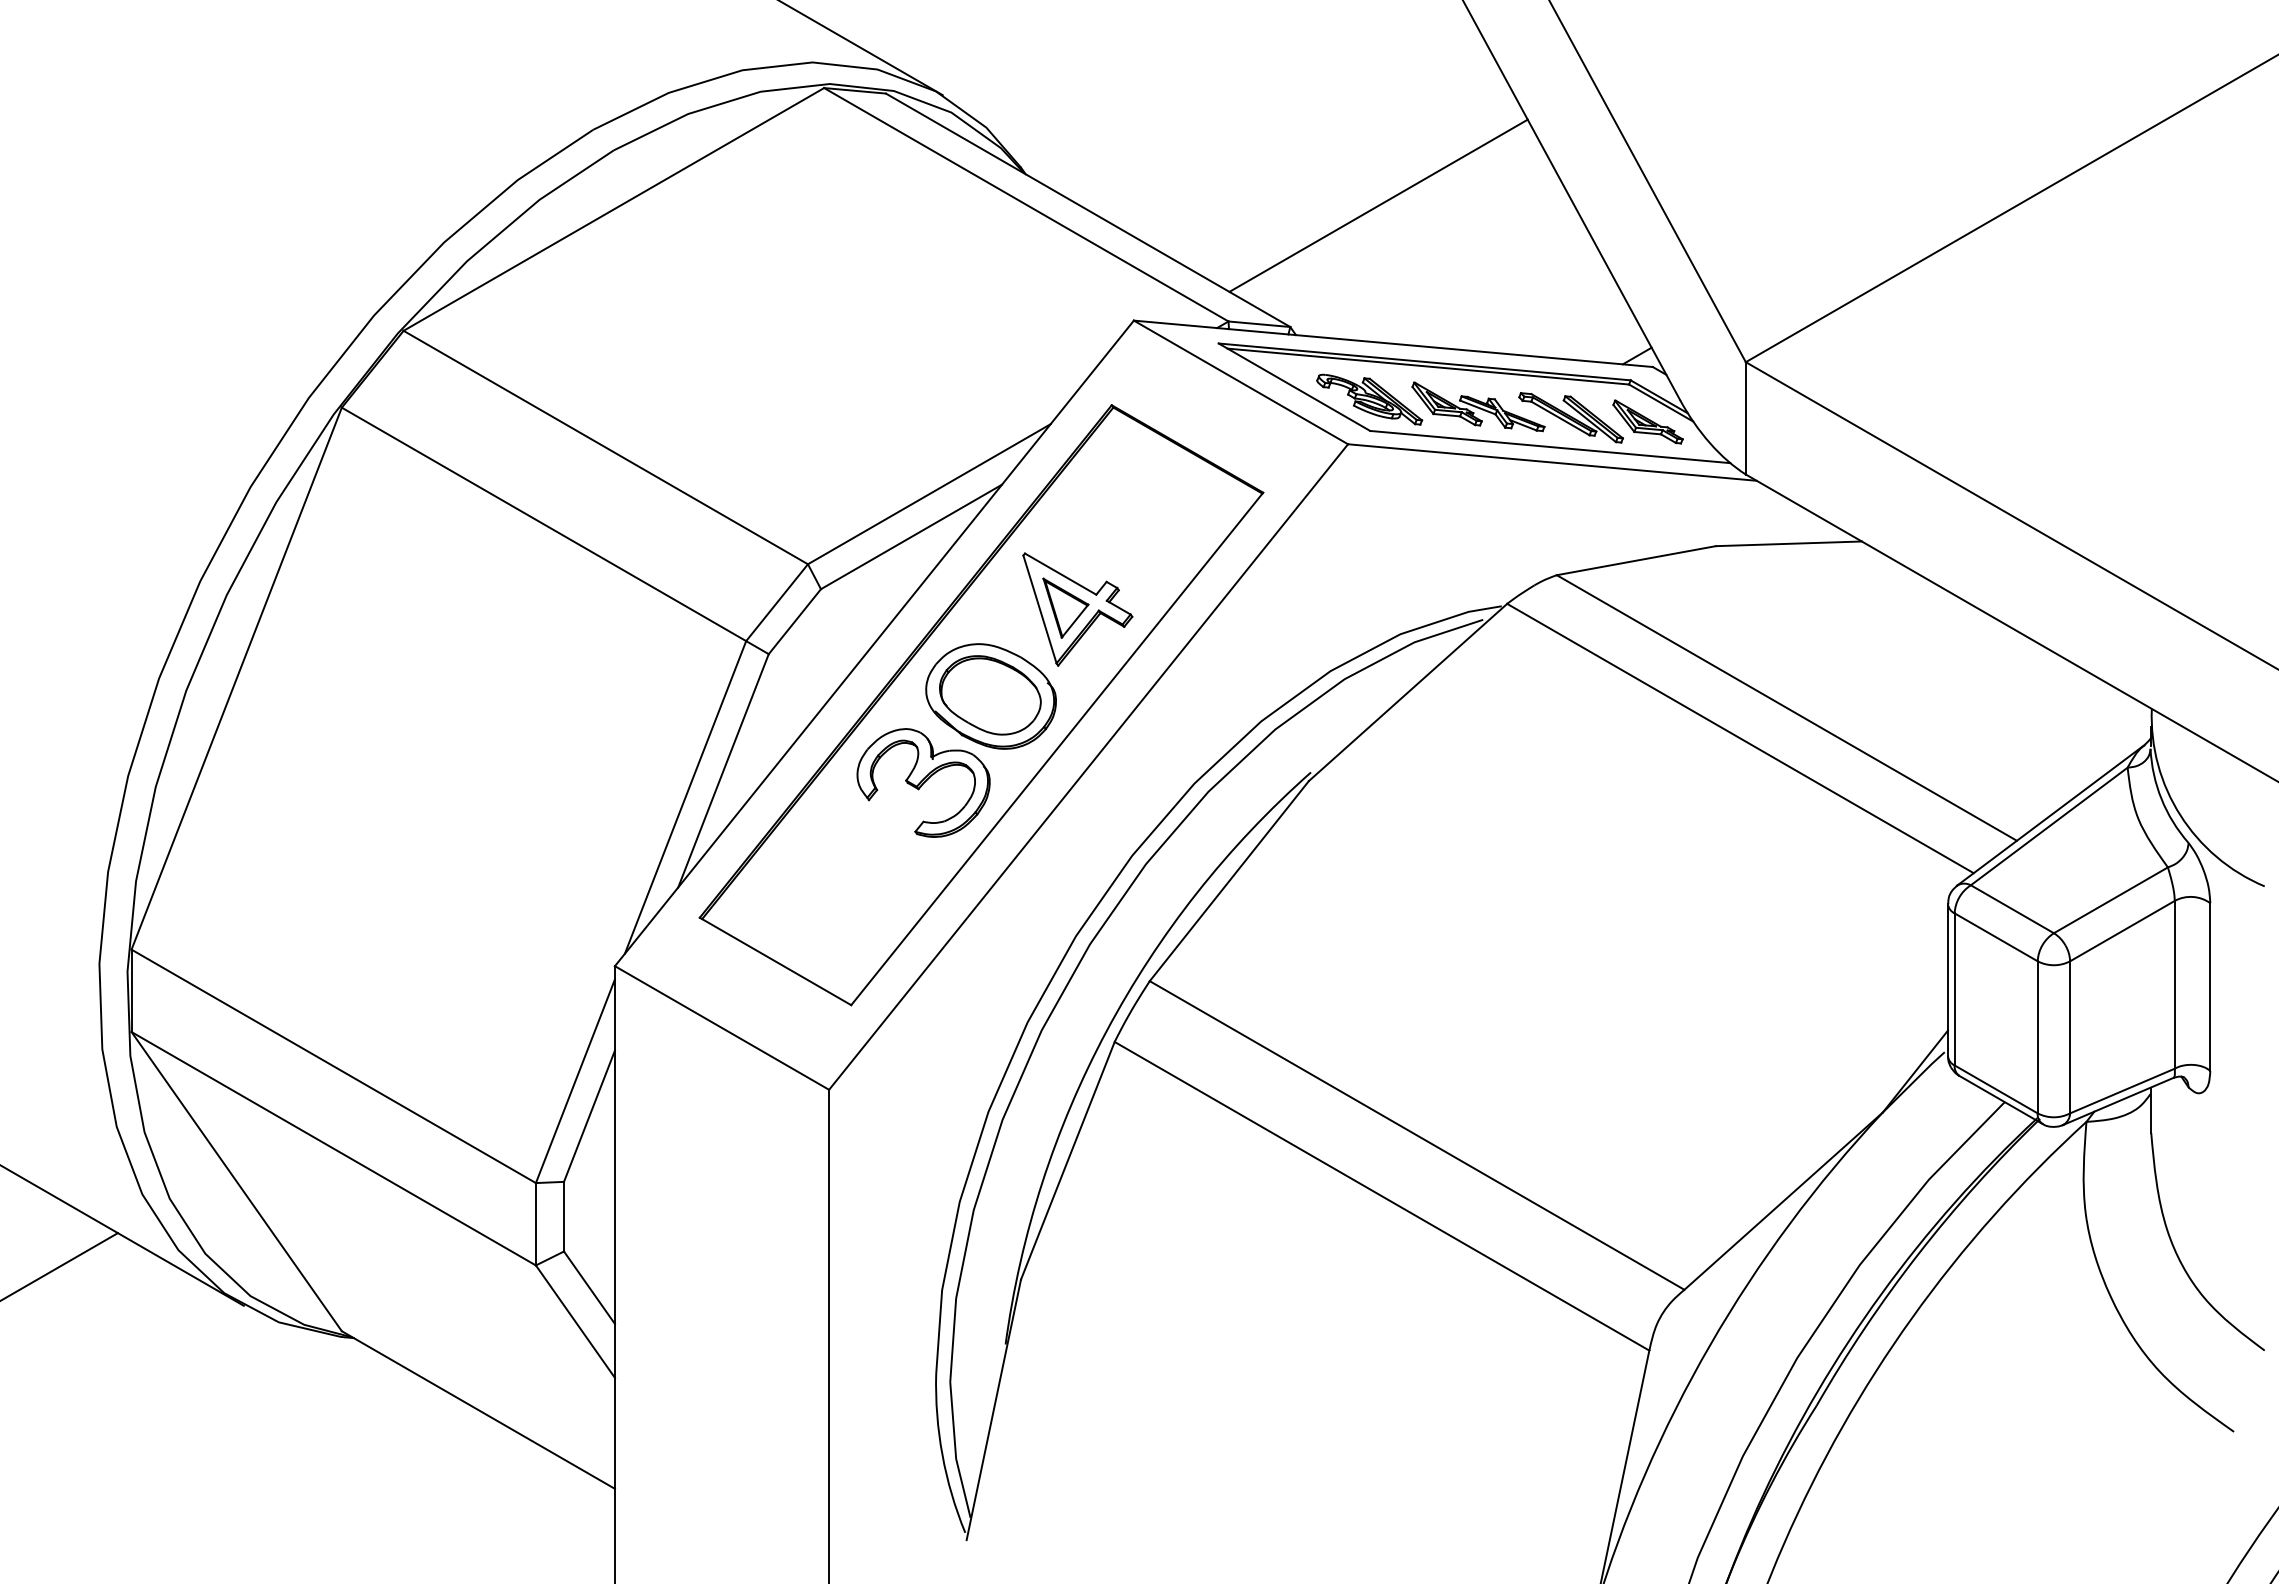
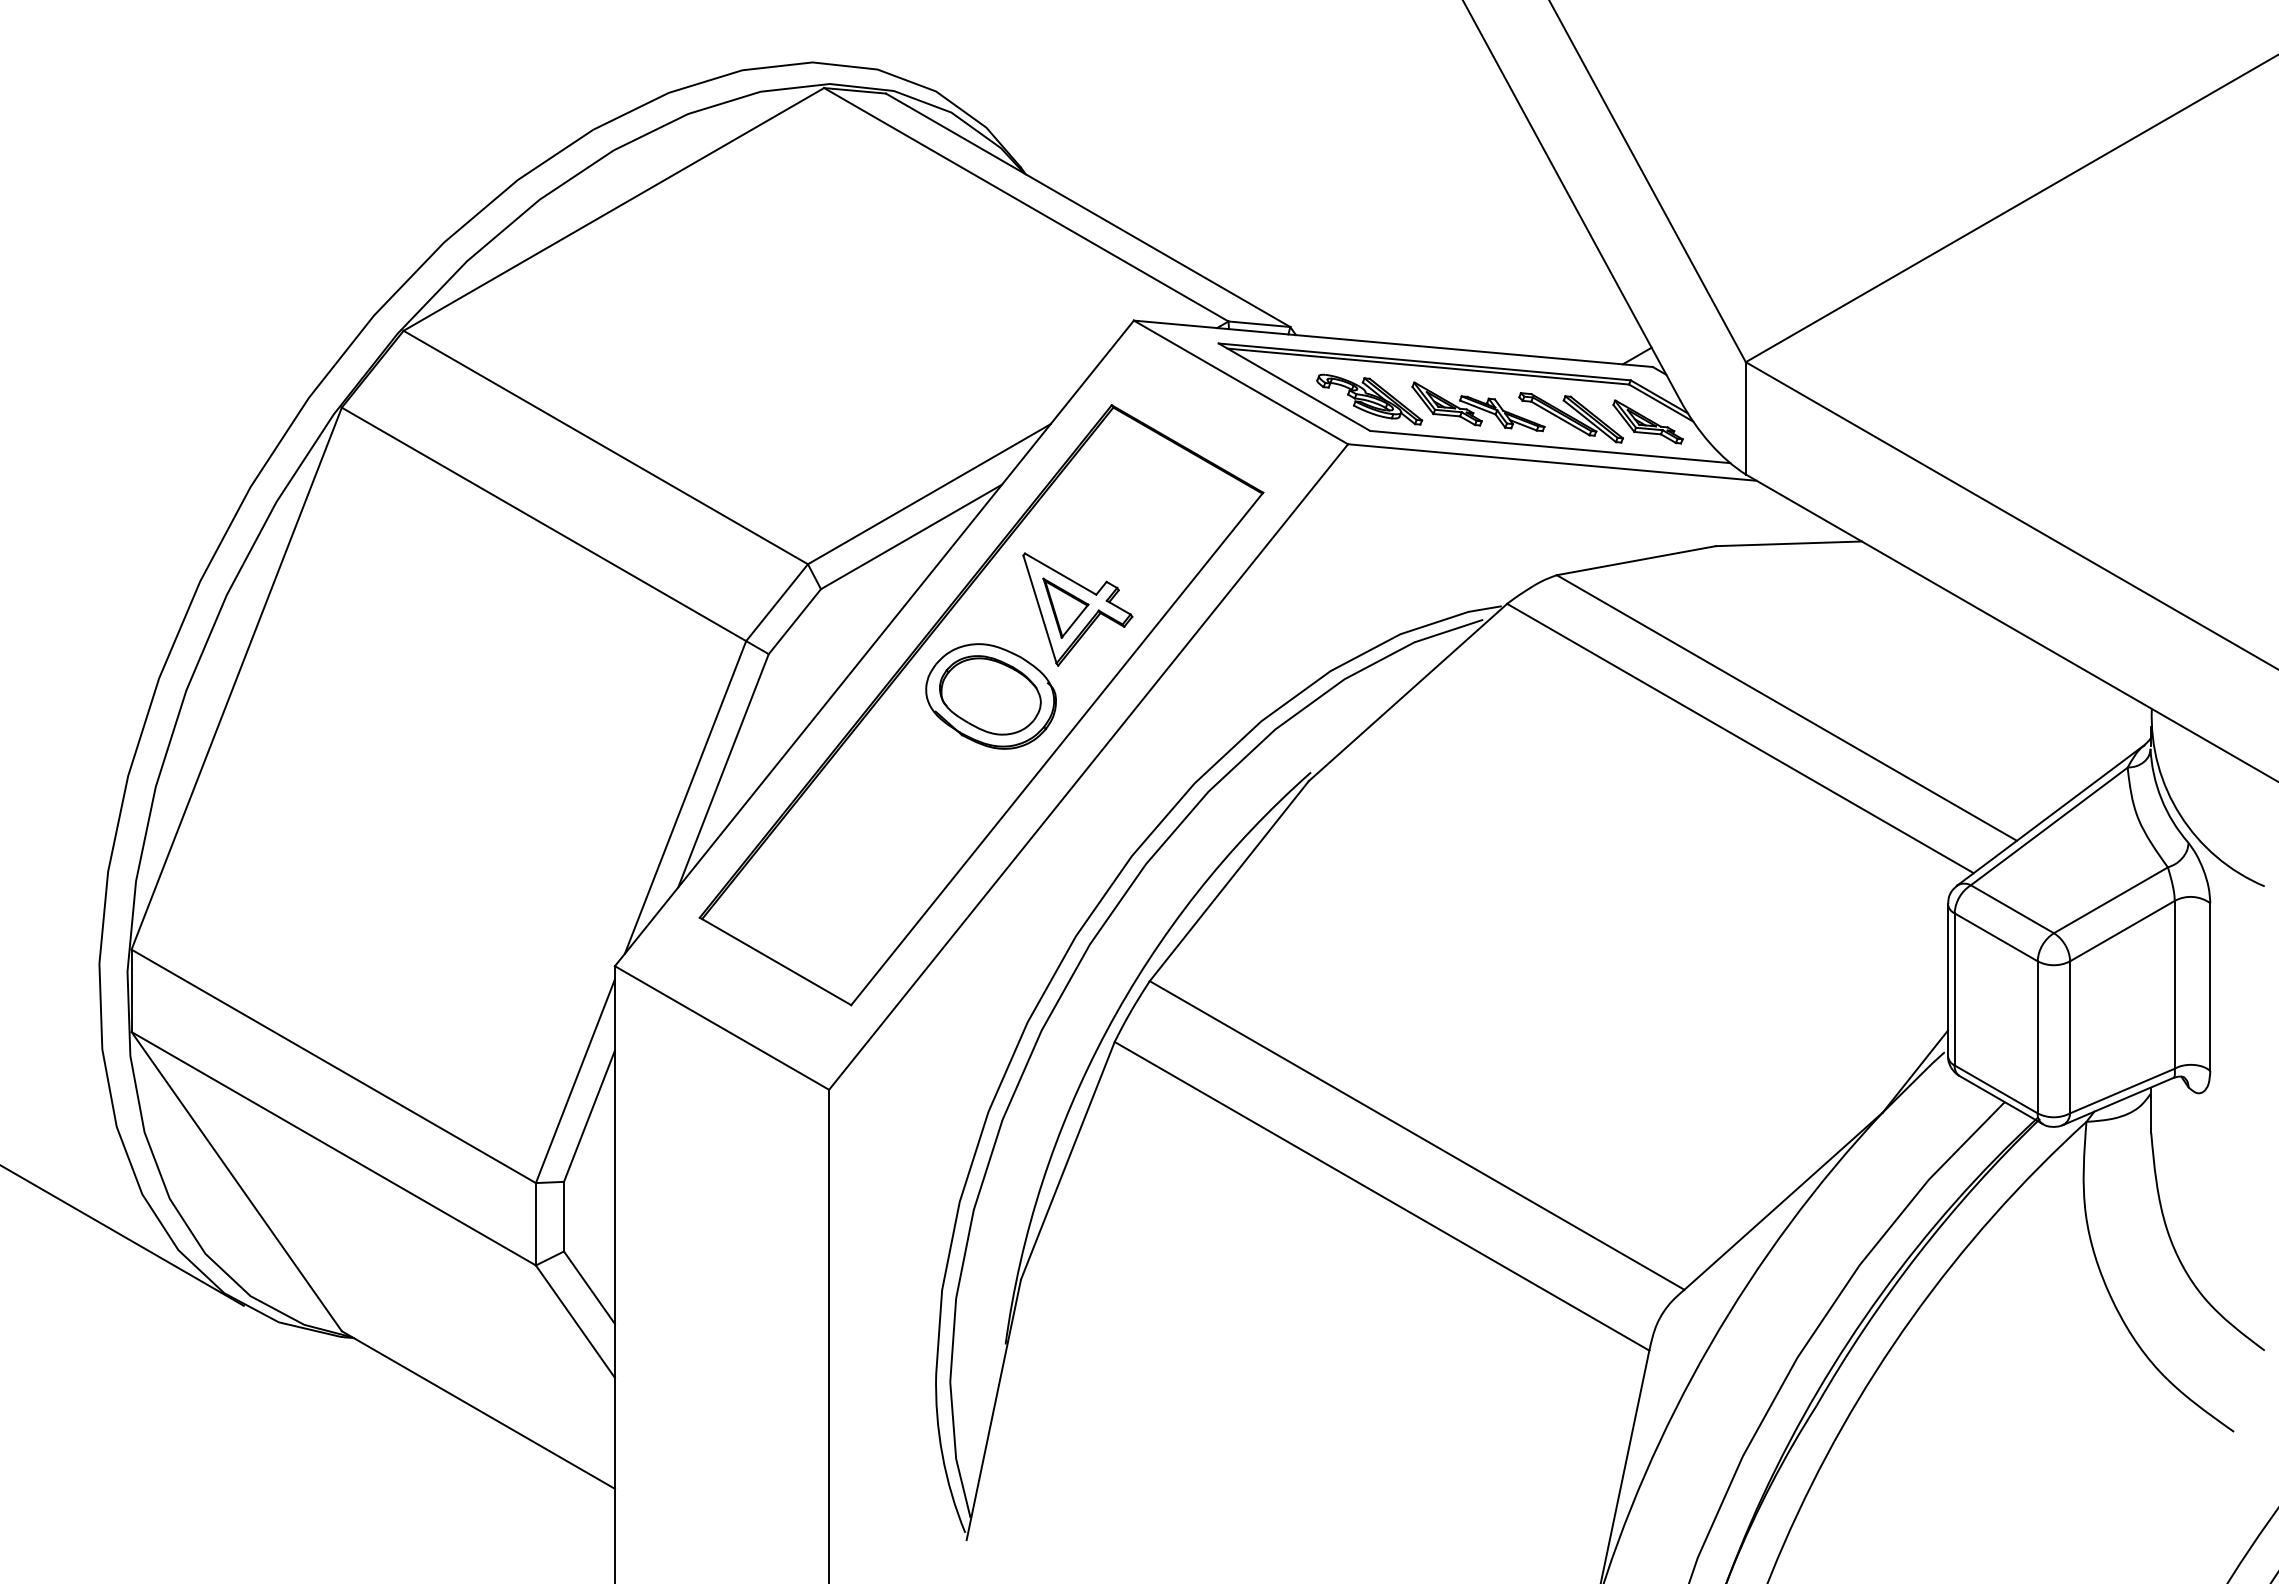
line at (861, 48): present -> none
line at (1378, 205): present -> none
part at (923, 782): present -> none
line at (59, 1266): present -> none
